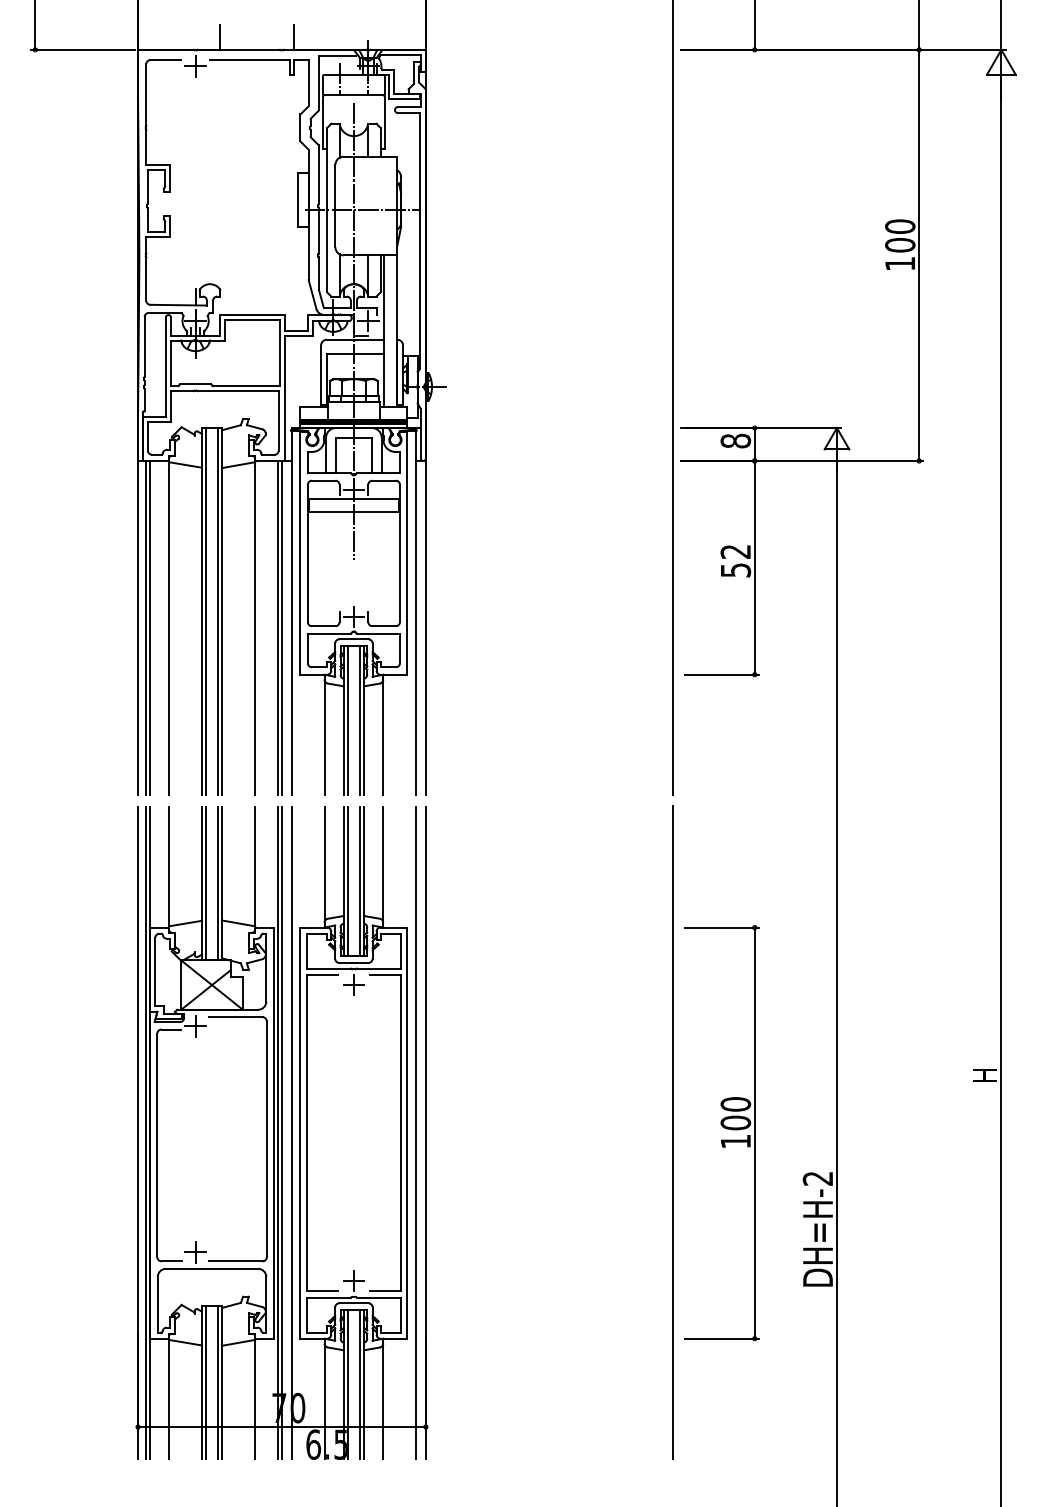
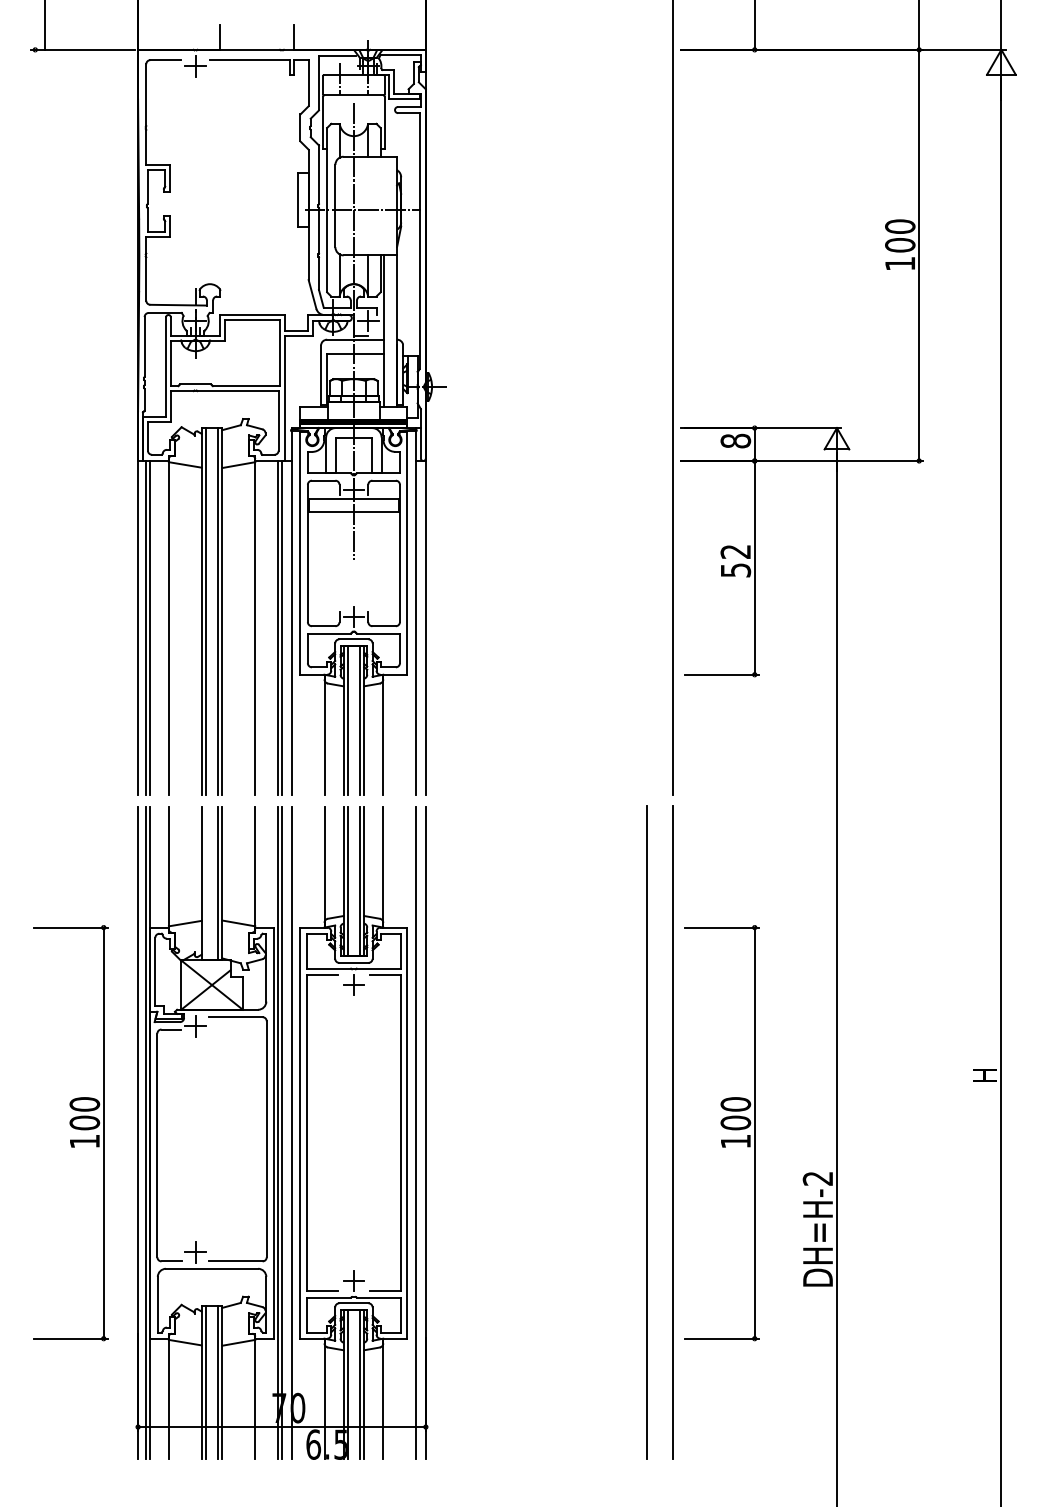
line at (35, 25) position: (35, 25) -> (45, 25)
line at (205, 883): present -> none
line at (646, 1132): none -> present
part at (70, 1133): none -> present
